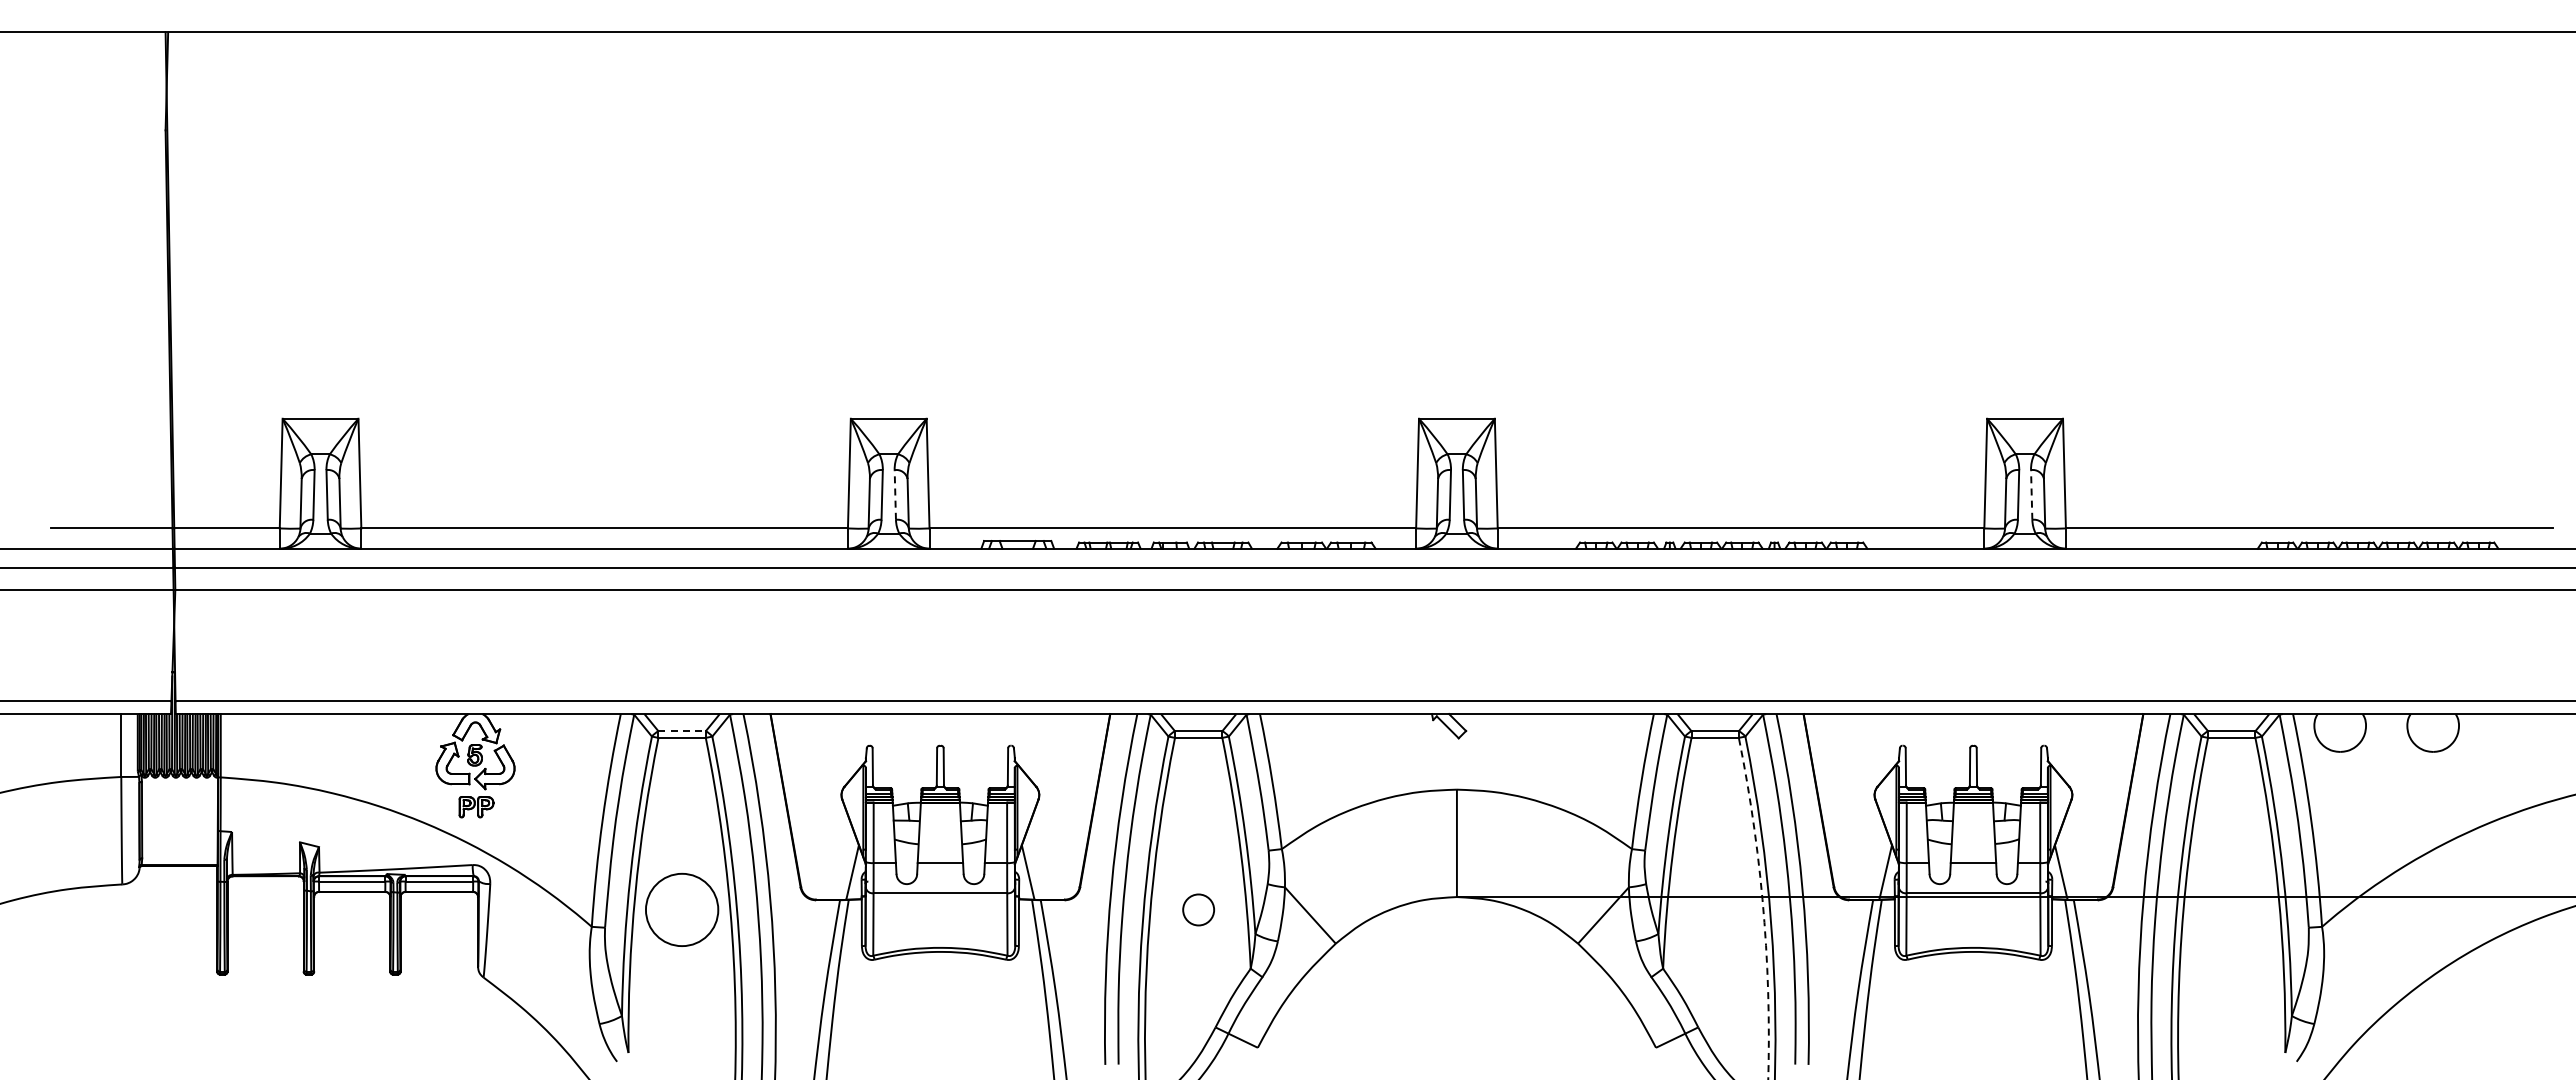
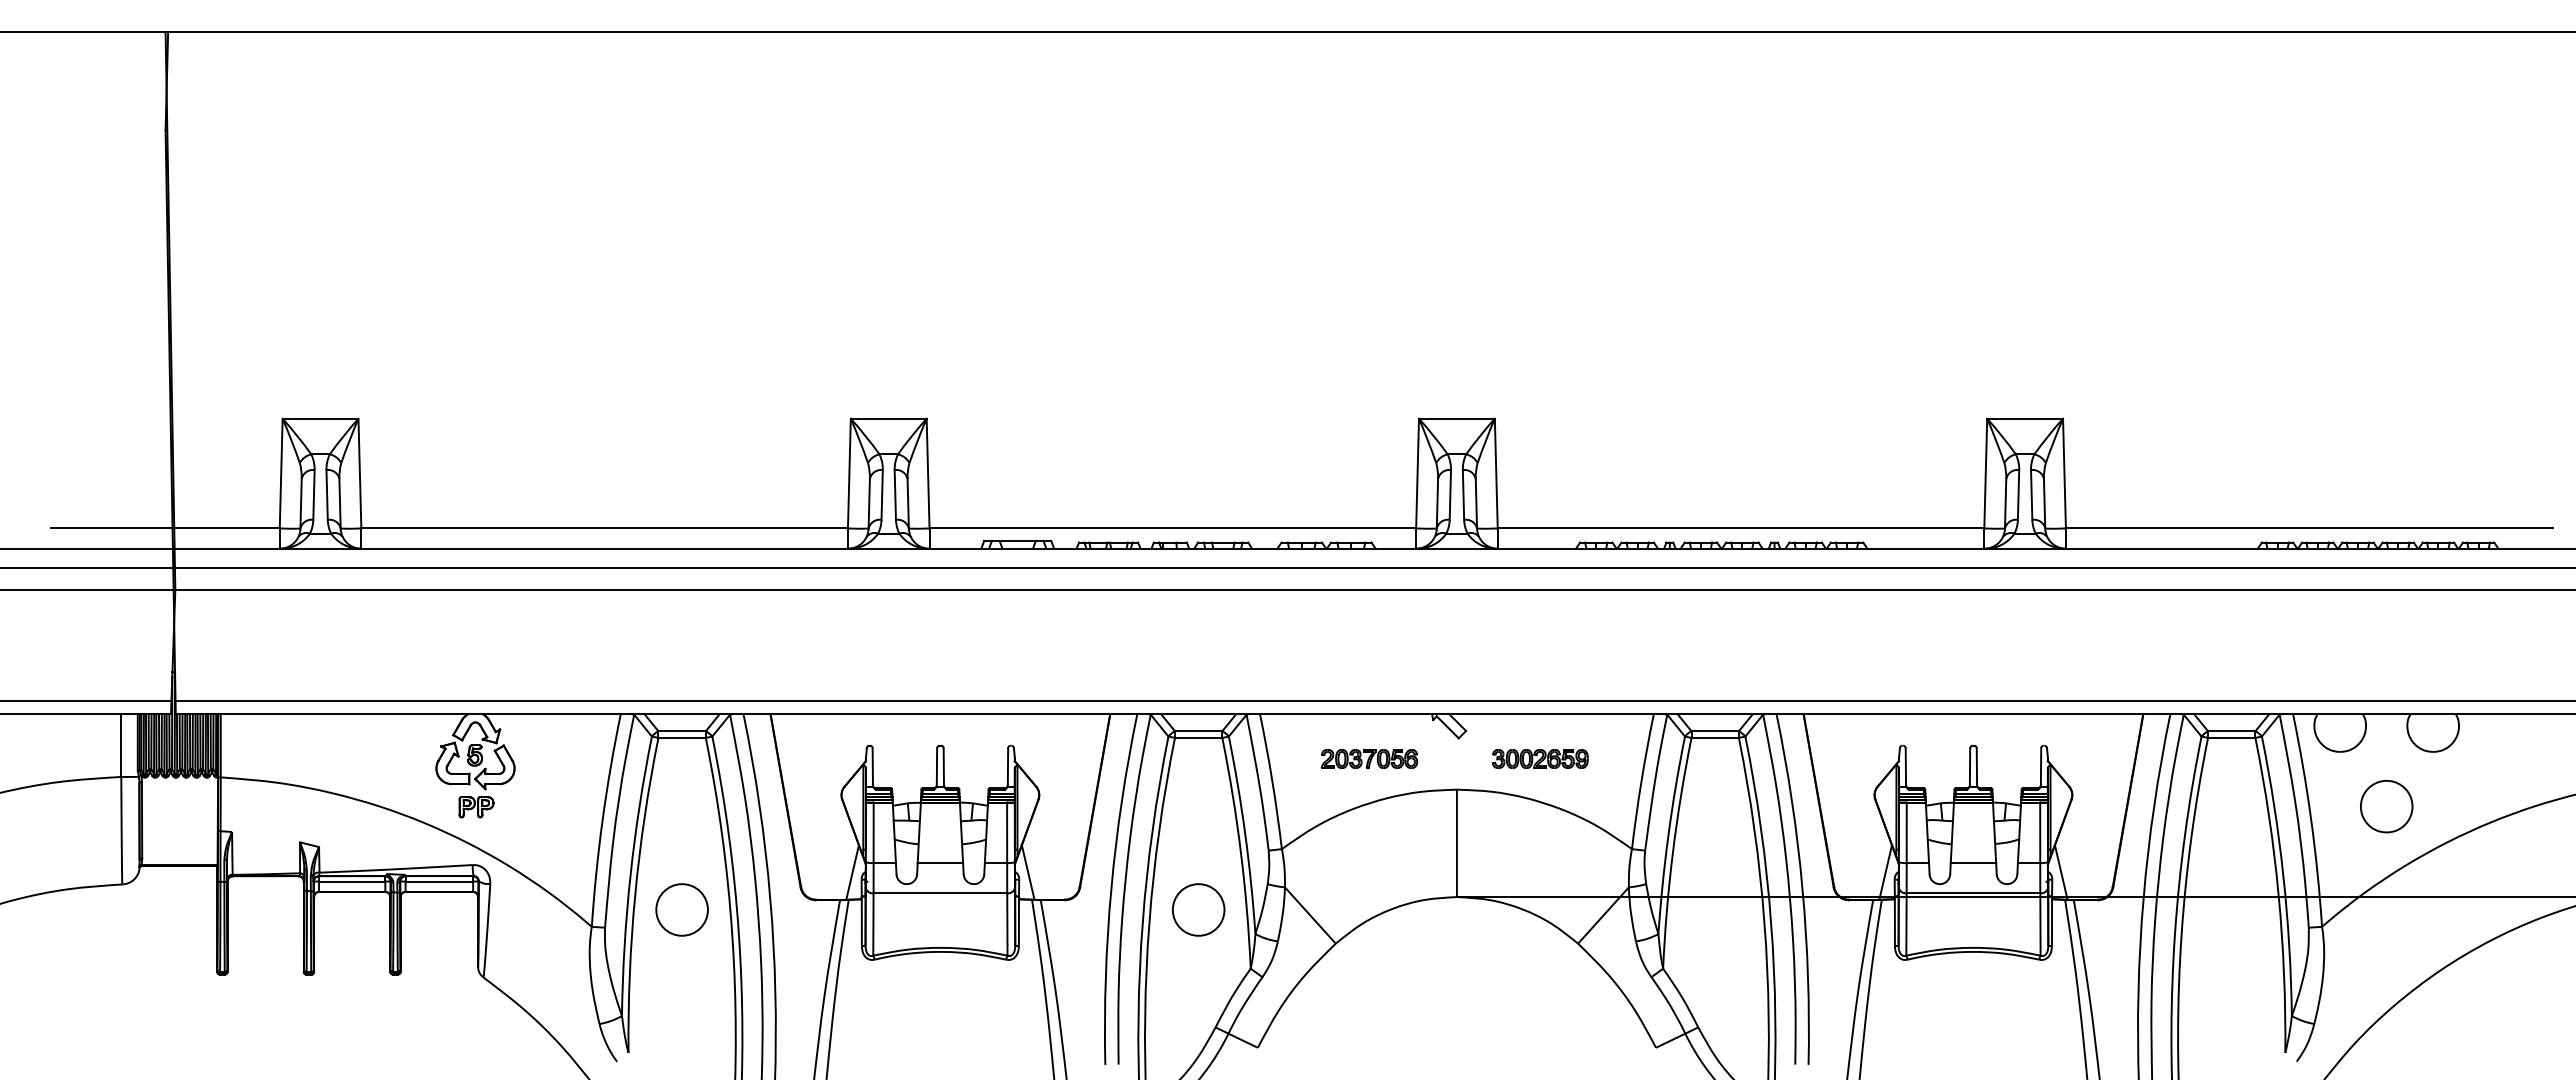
line at (895, 494): dashed -> solid
line at (2031, 494): dashed -> solid
line at (682, 731): dashed -> solid
part at (1369, 758): none -> present
part at (1540, 758): none -> present
part at (2386, 806): none -> present
arc at (1763, 908): dashed -> solid
circle at (681, 909) diameter: 72 px -> 52 px
circle at (1198, 909) diameter: 31 px -> 52 px
